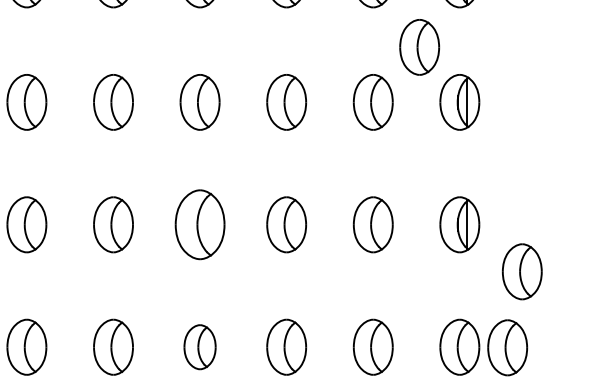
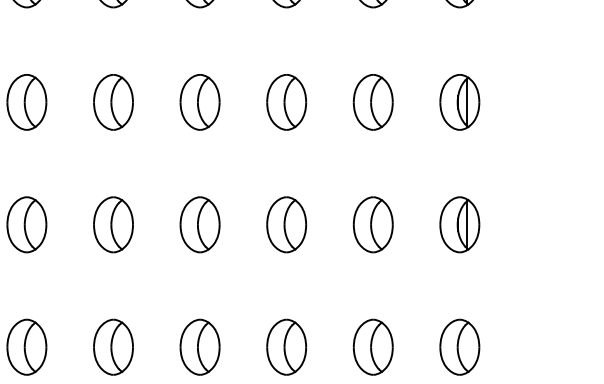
part at (419, 47): present -> none
part at (199, 224) size: 52x72 px -> 42x58 px
part at (521, 271): present -> none
part at (199, 347) size: 34x47 px -> 42x58 px
part at (507, 347): present -> none
